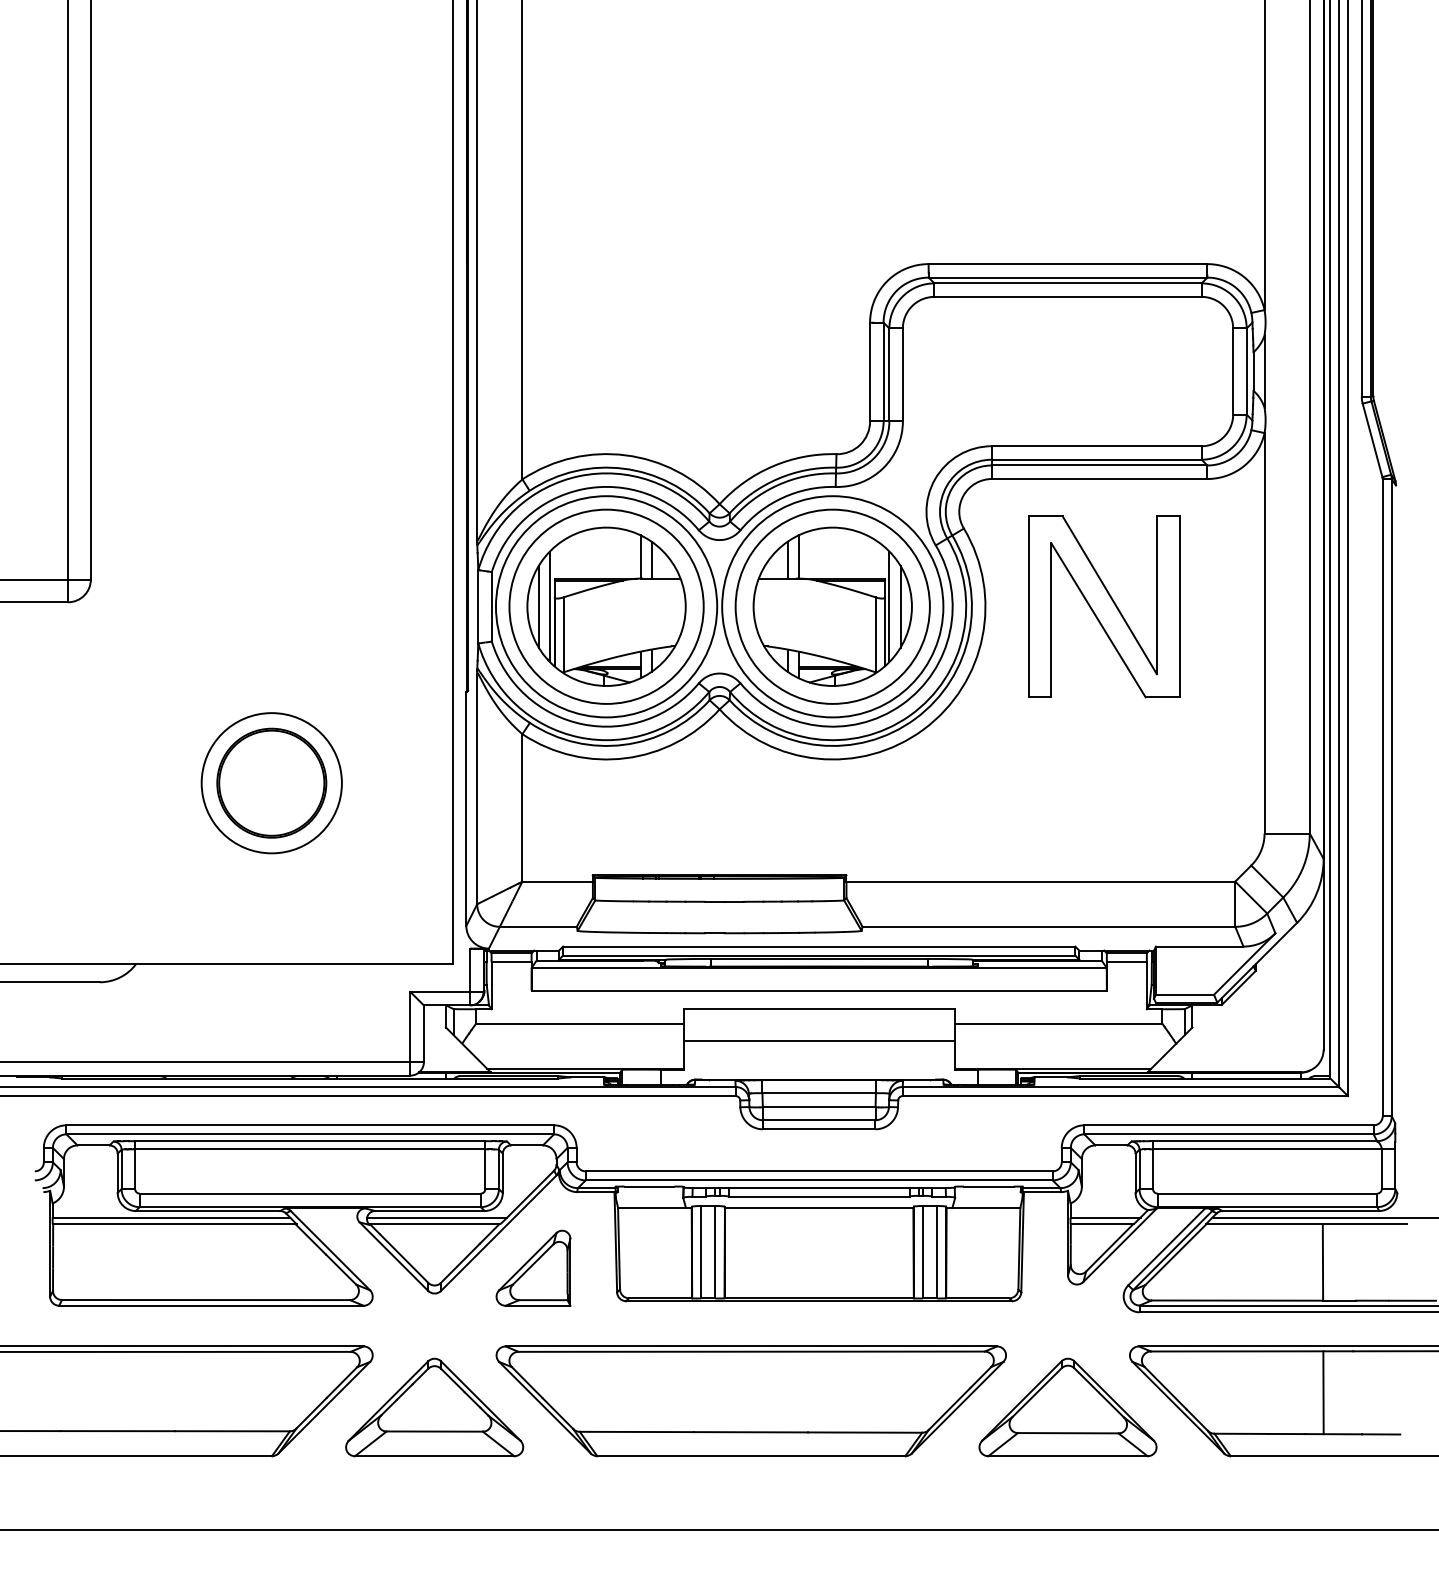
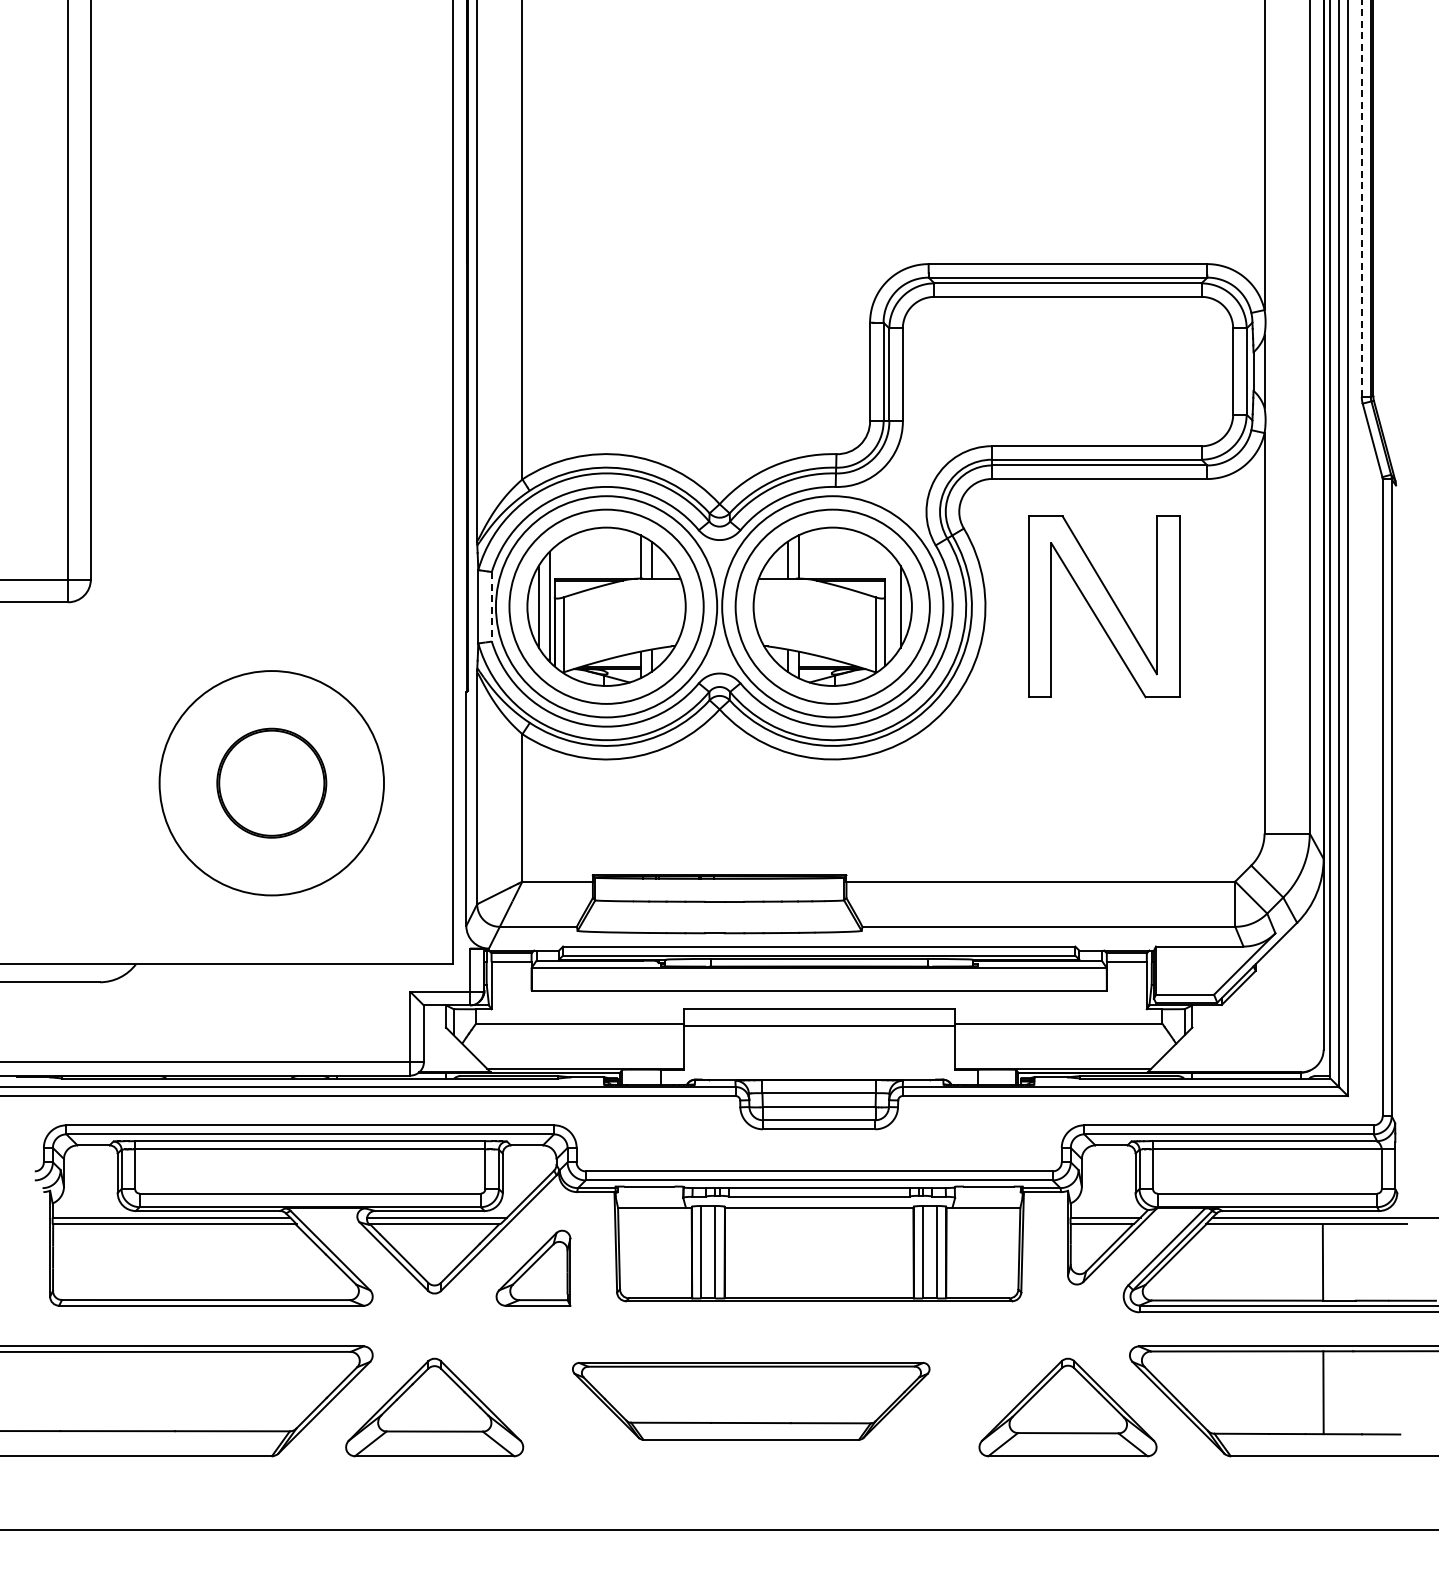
line at (1361, 198): solid -> dashed
line at (491, 606): solid -> dashed
line at (889, 606): present -> none
circle at (271, 783) diameter: 140 px -> 224 px
line at (818, 1041) position: (818, 1041) -> (818, 1026)
part at (750, 1401) size: 512x113 px -> 359x79 px
